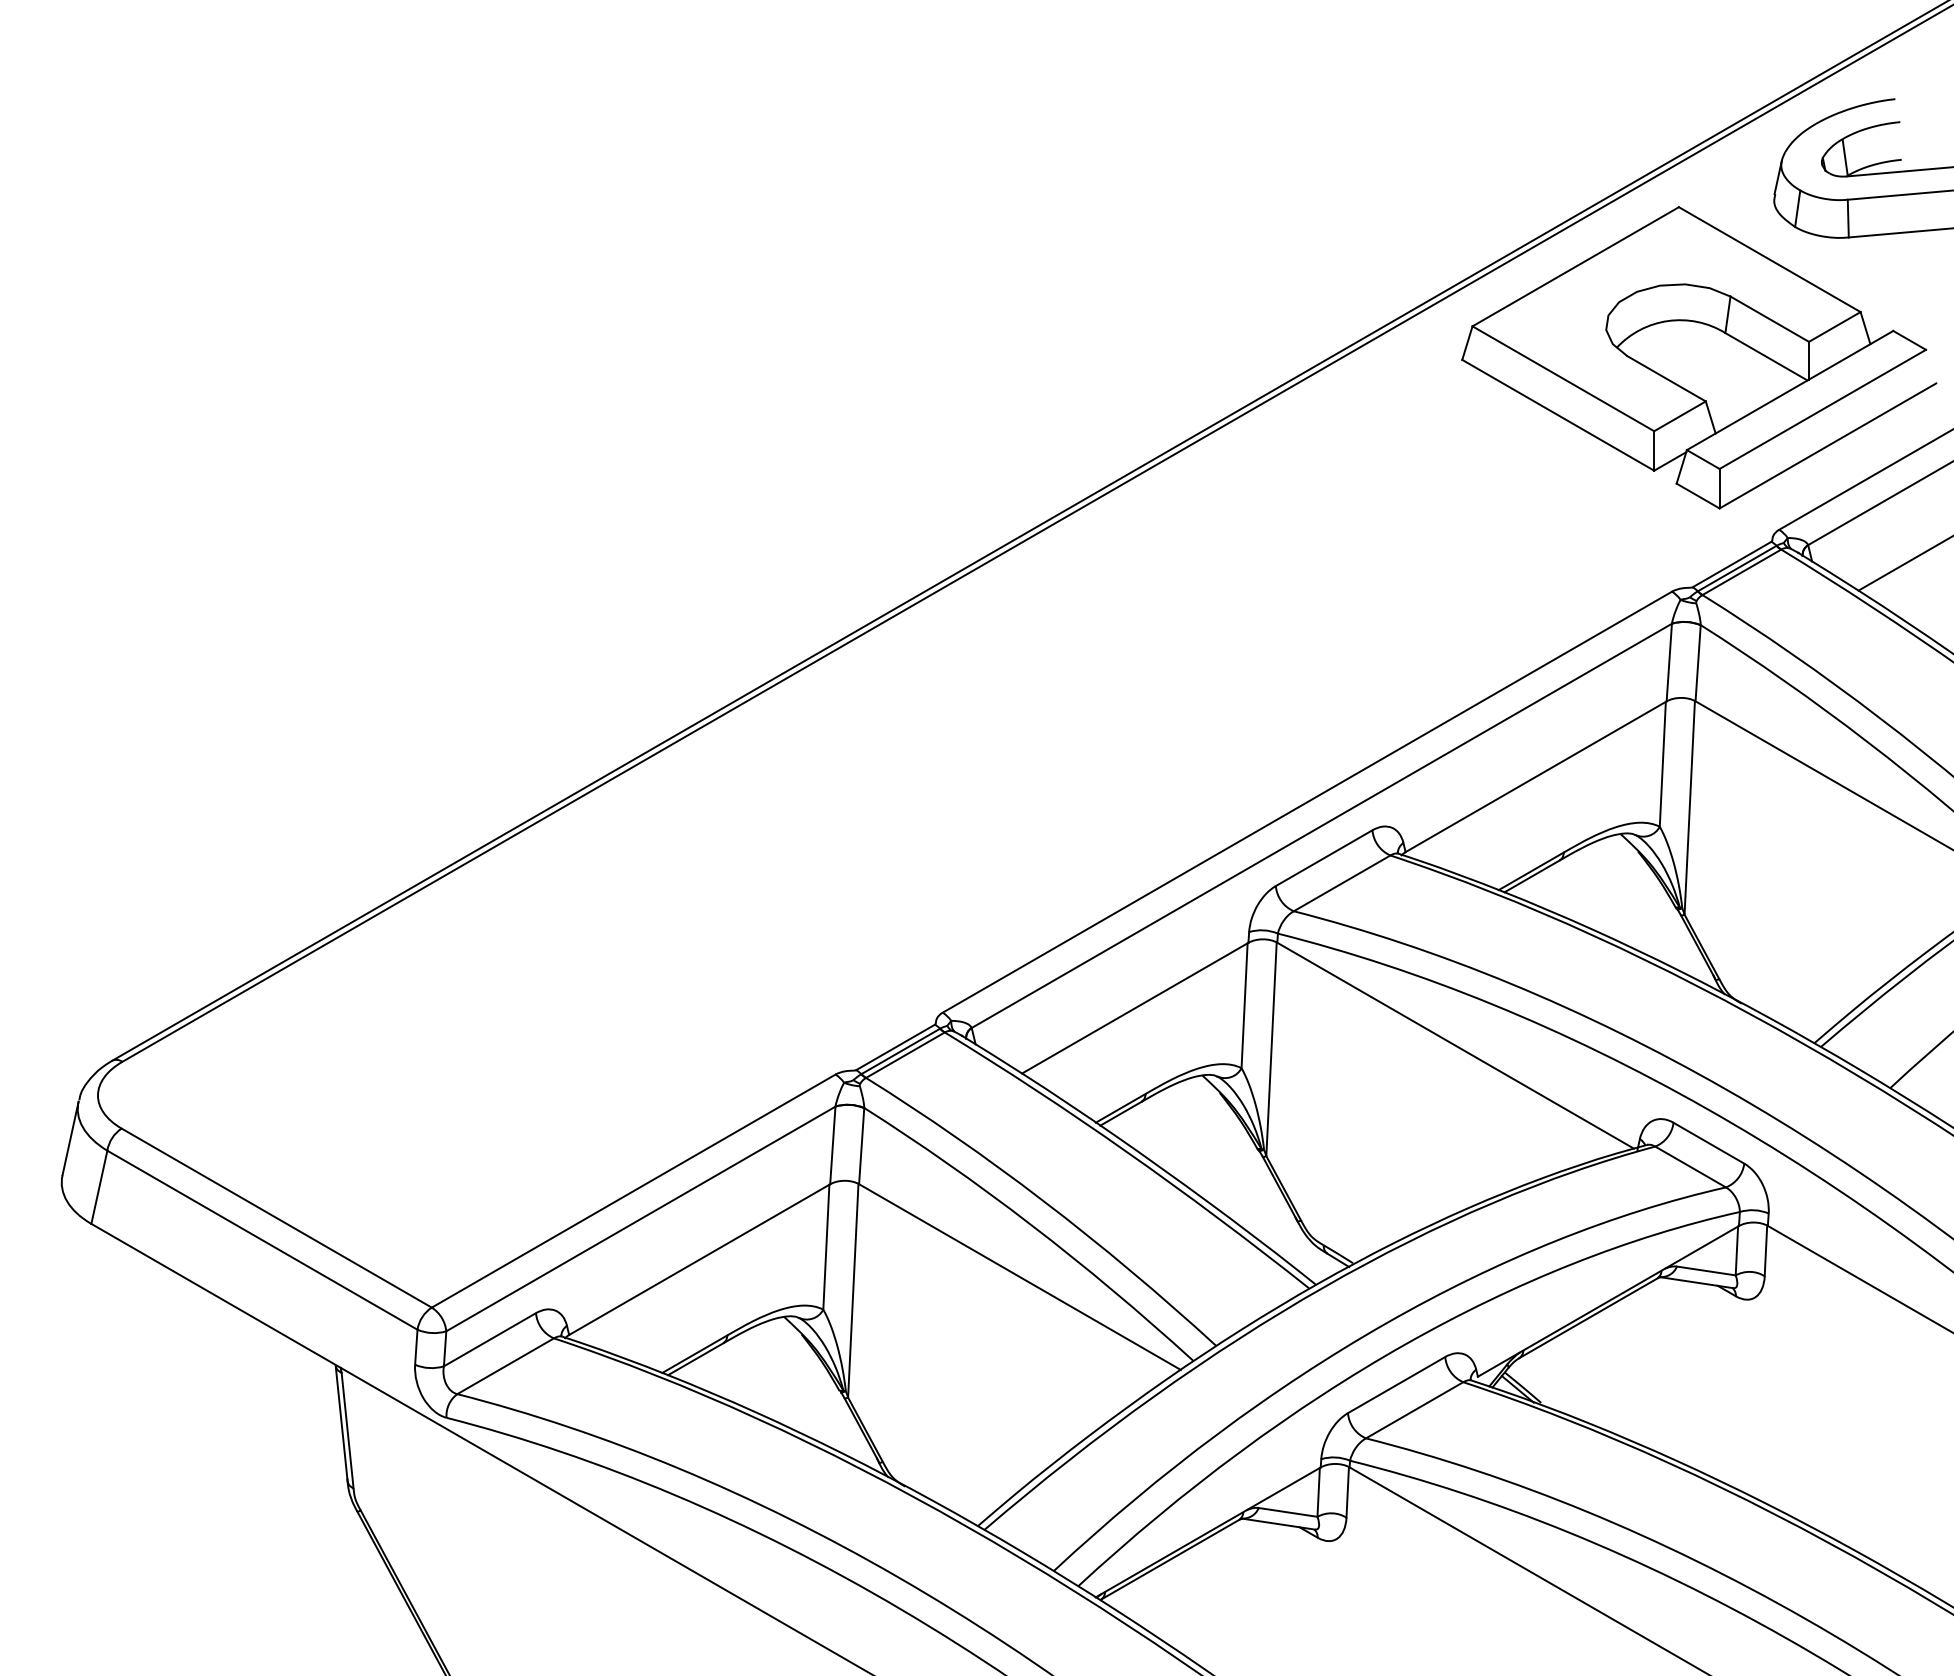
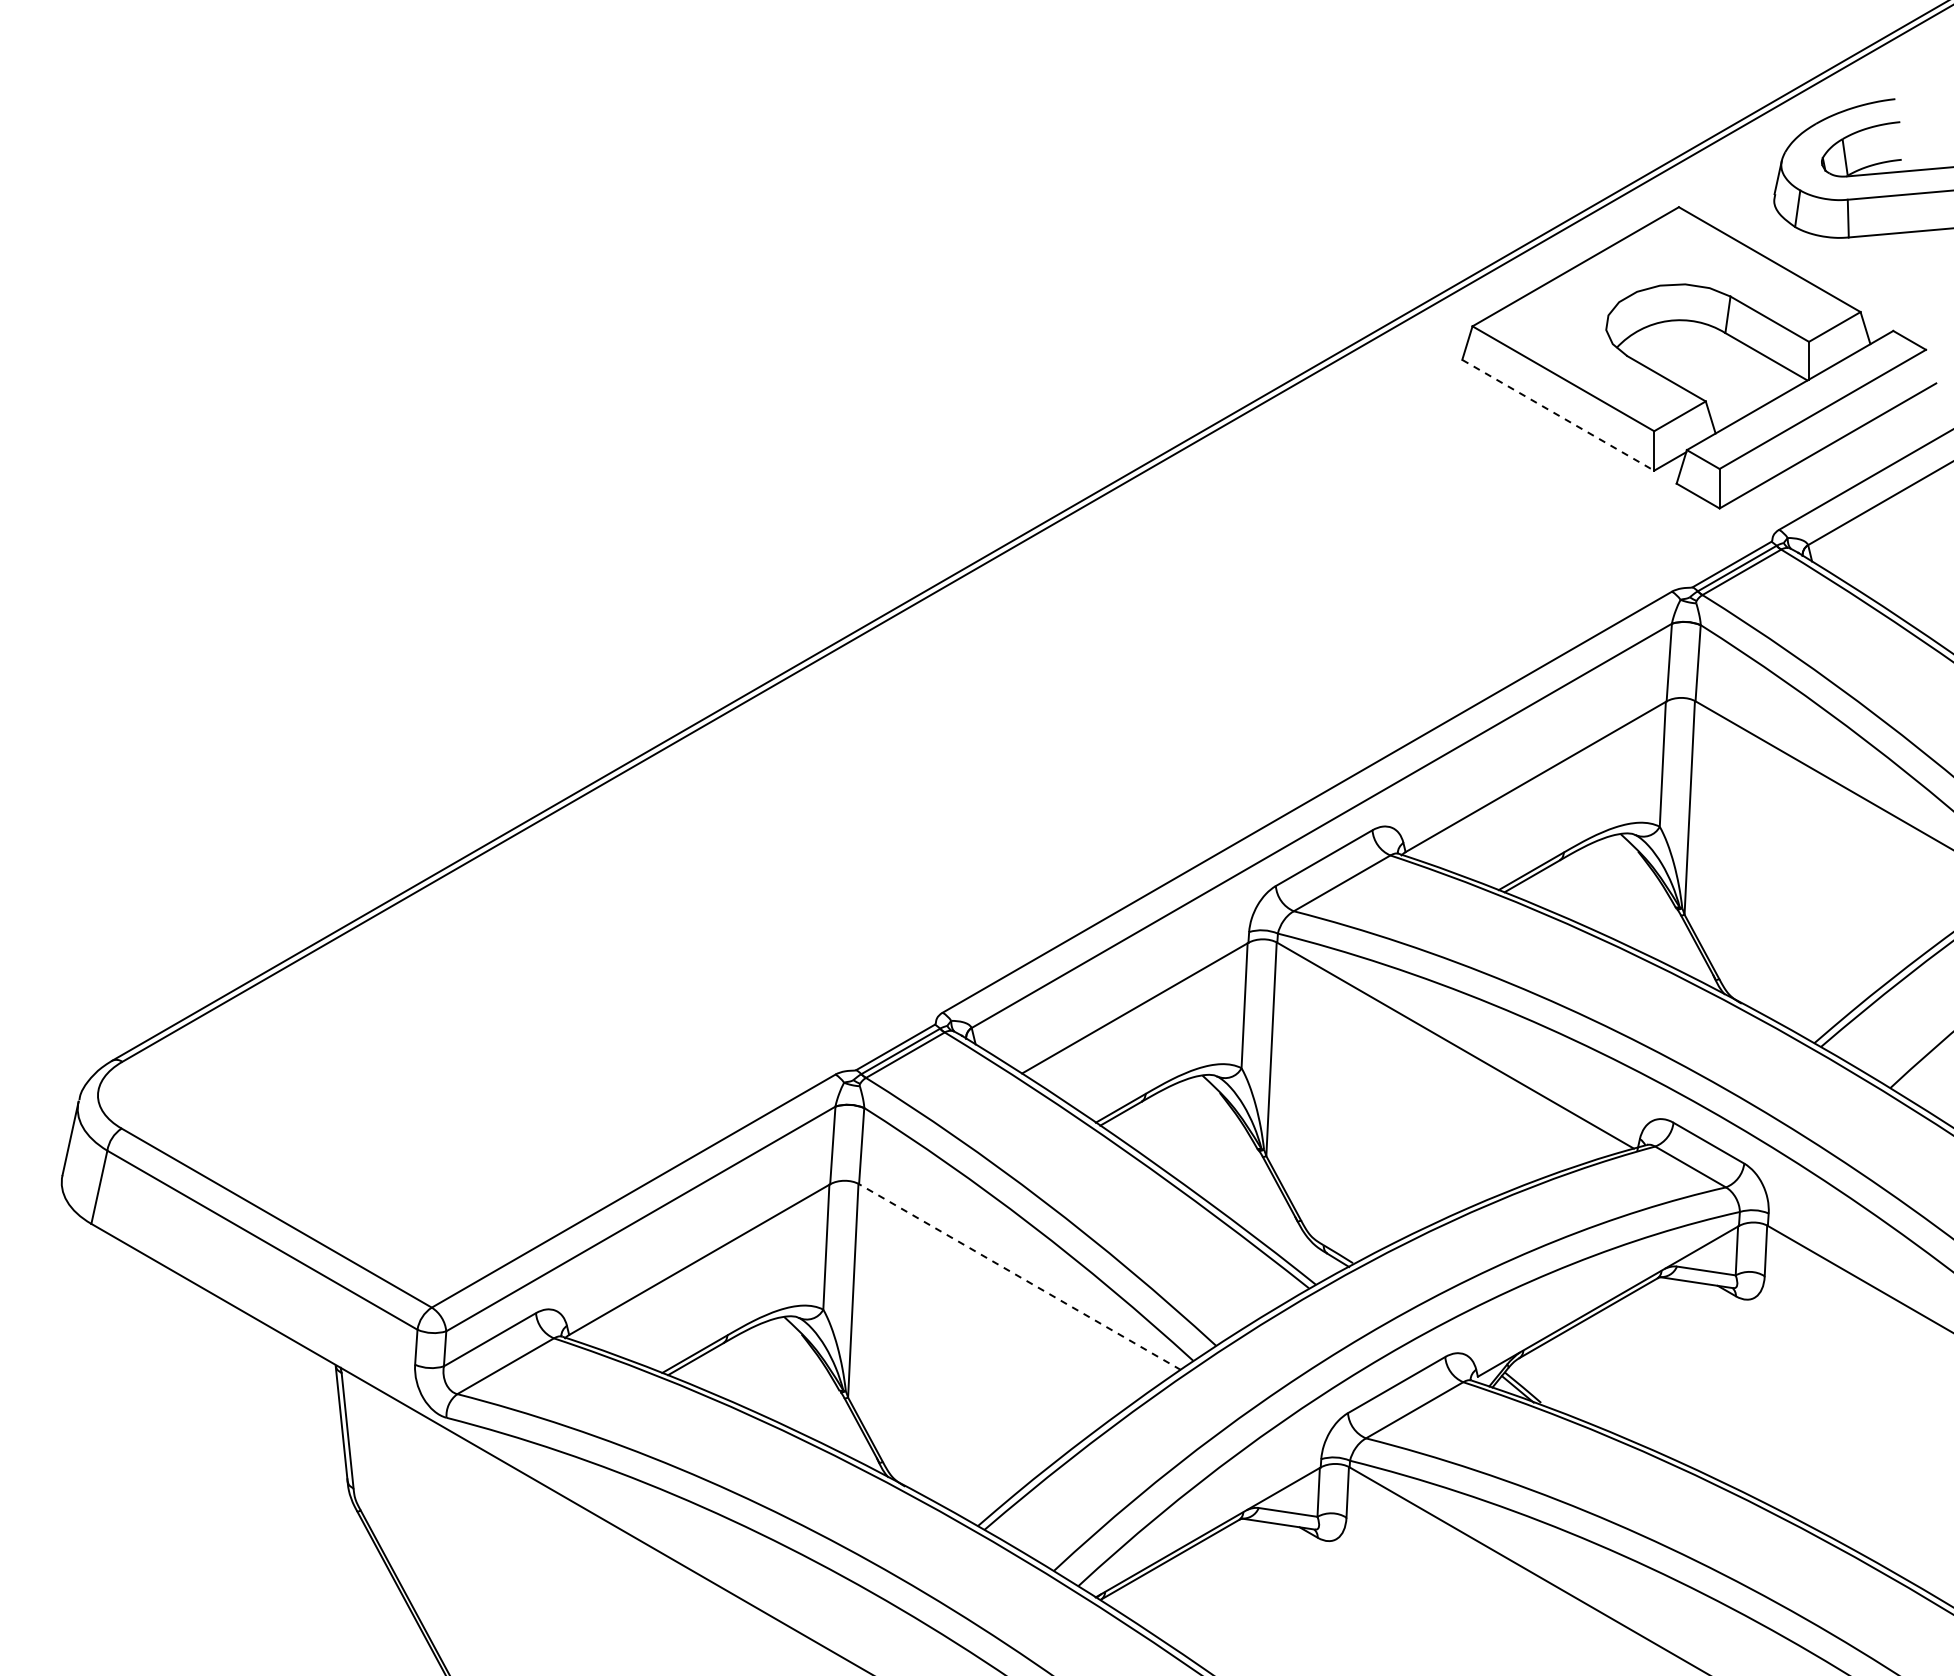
line at (1558, 415): solid -> dashed
line at (1904, 563): present -> none
line at (1019, 1277): solid -> dashed
